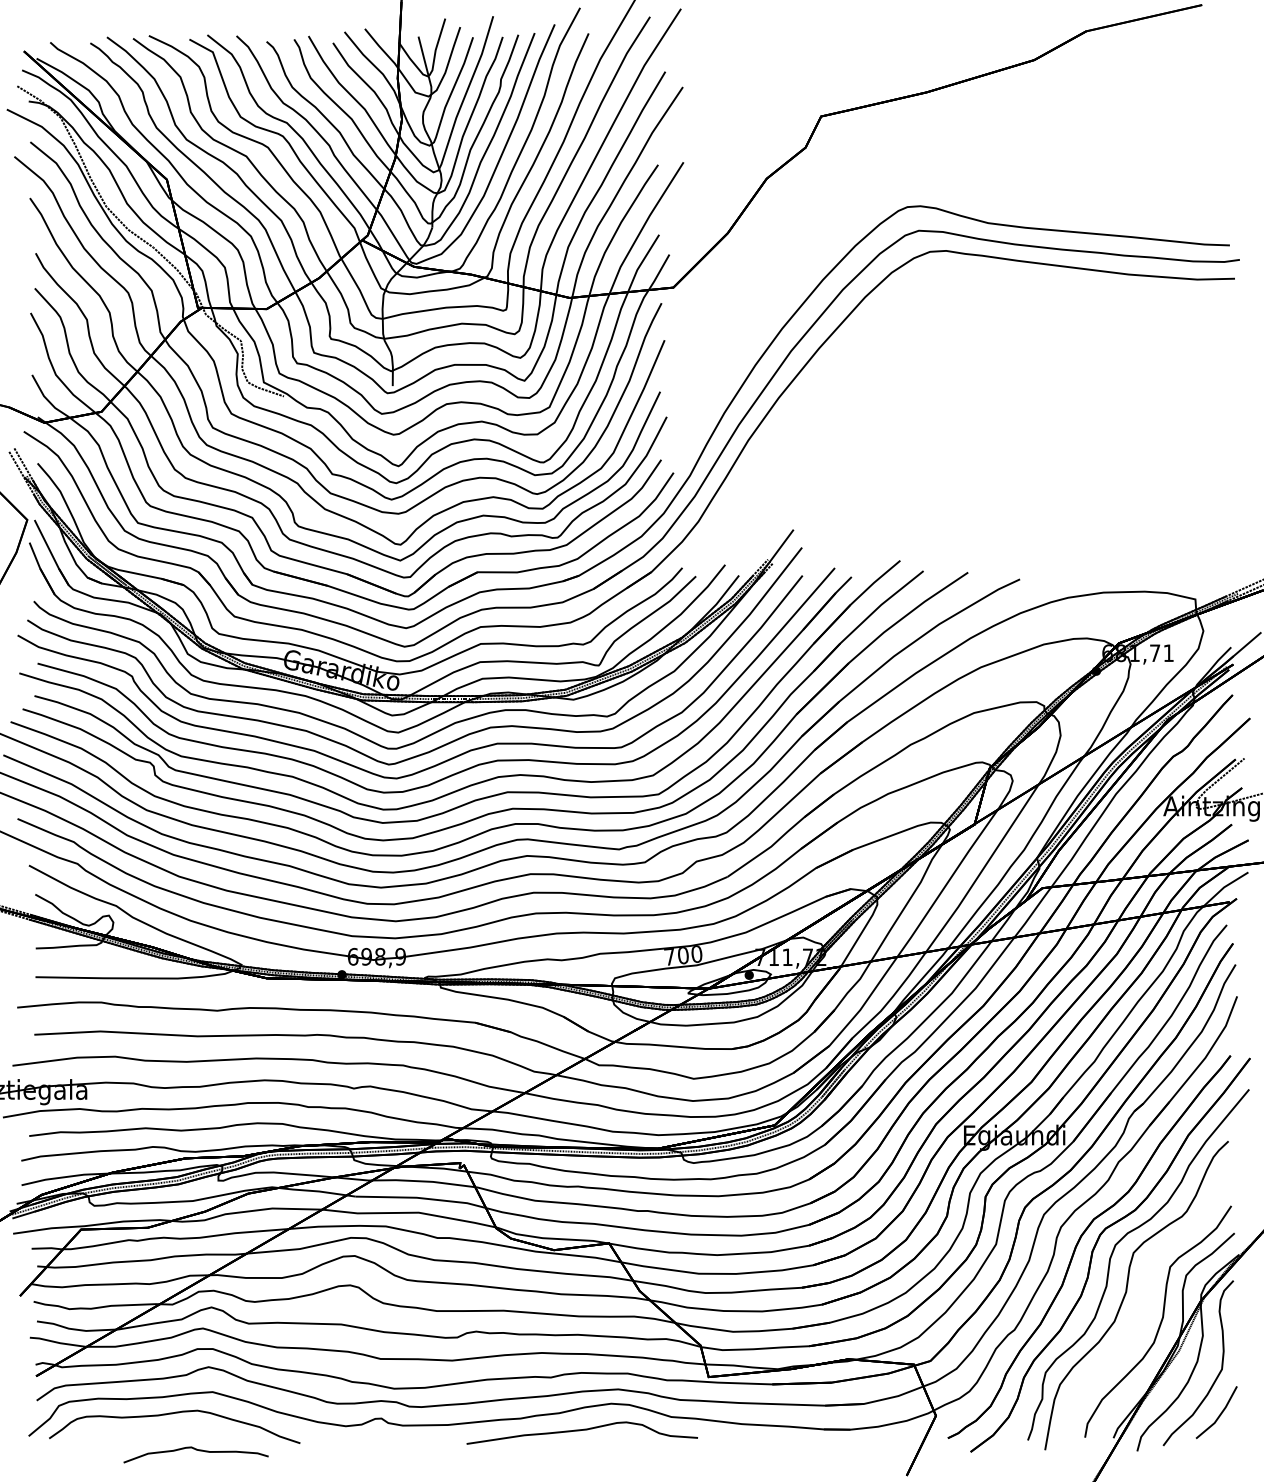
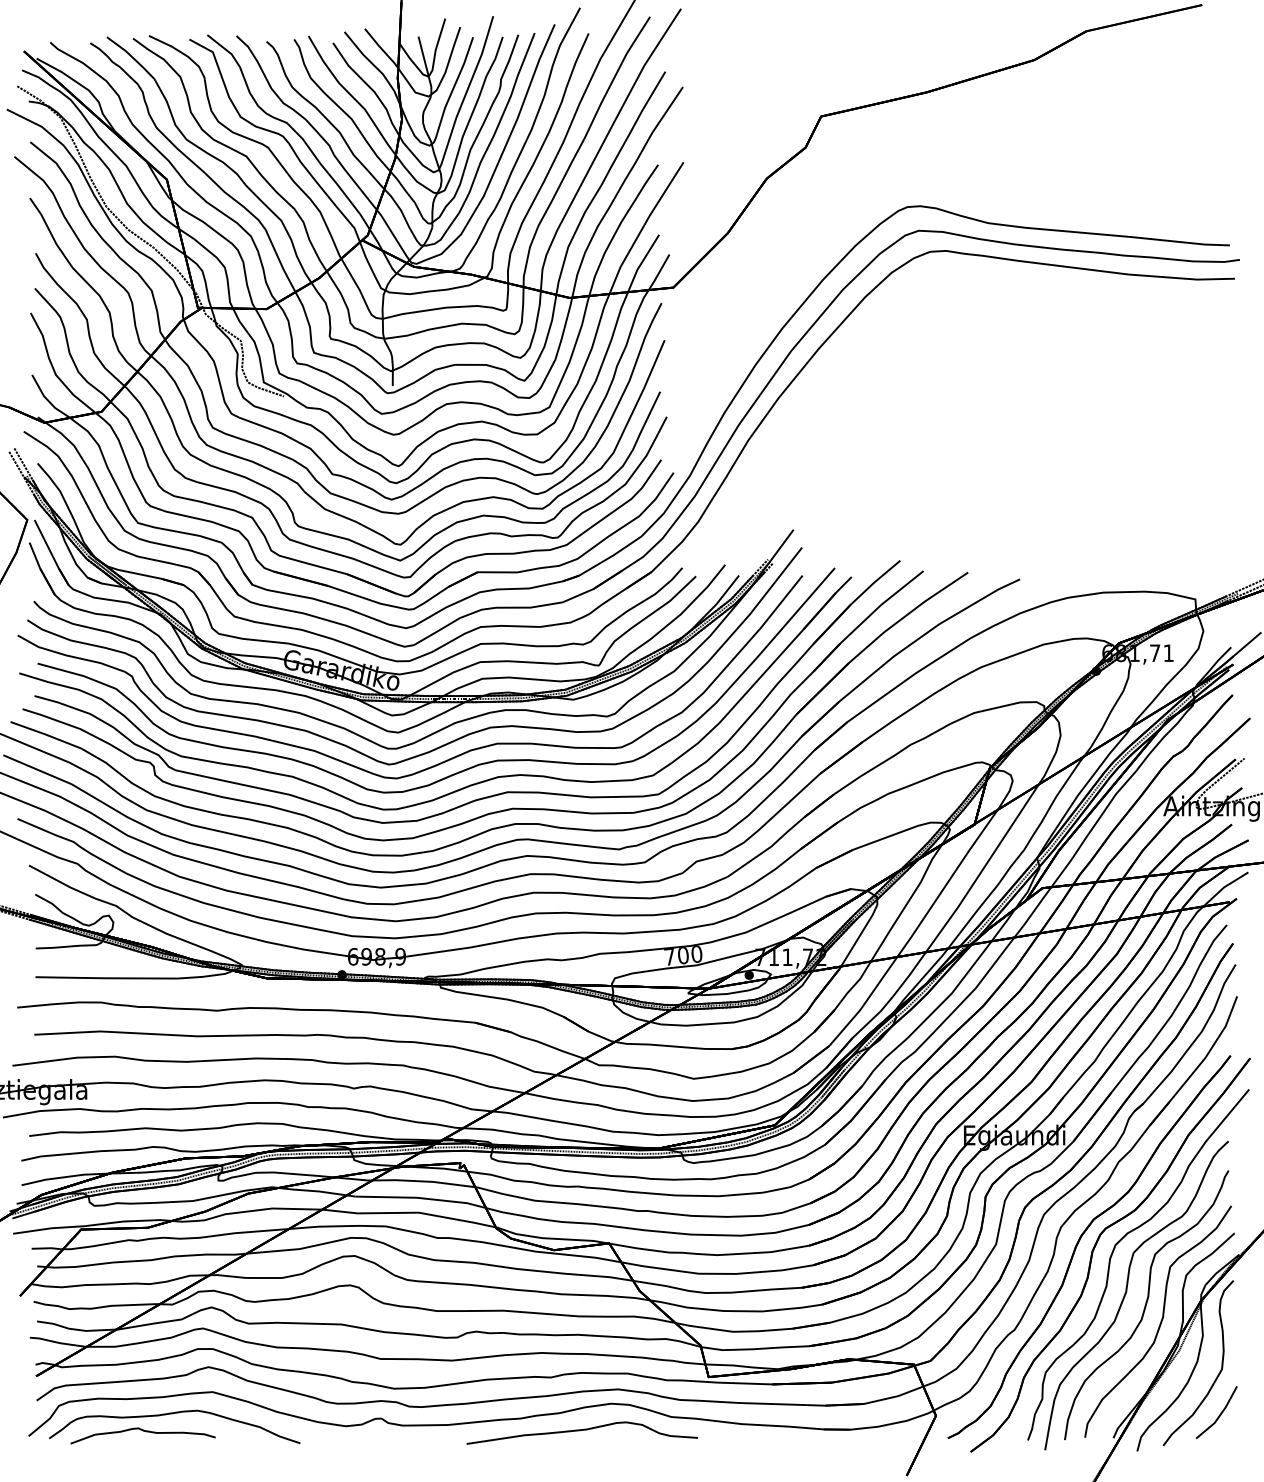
curve at (1146, 1305): none -> present
curve at (195, 1450) position: (195, 1450) -> (142, 1431)
